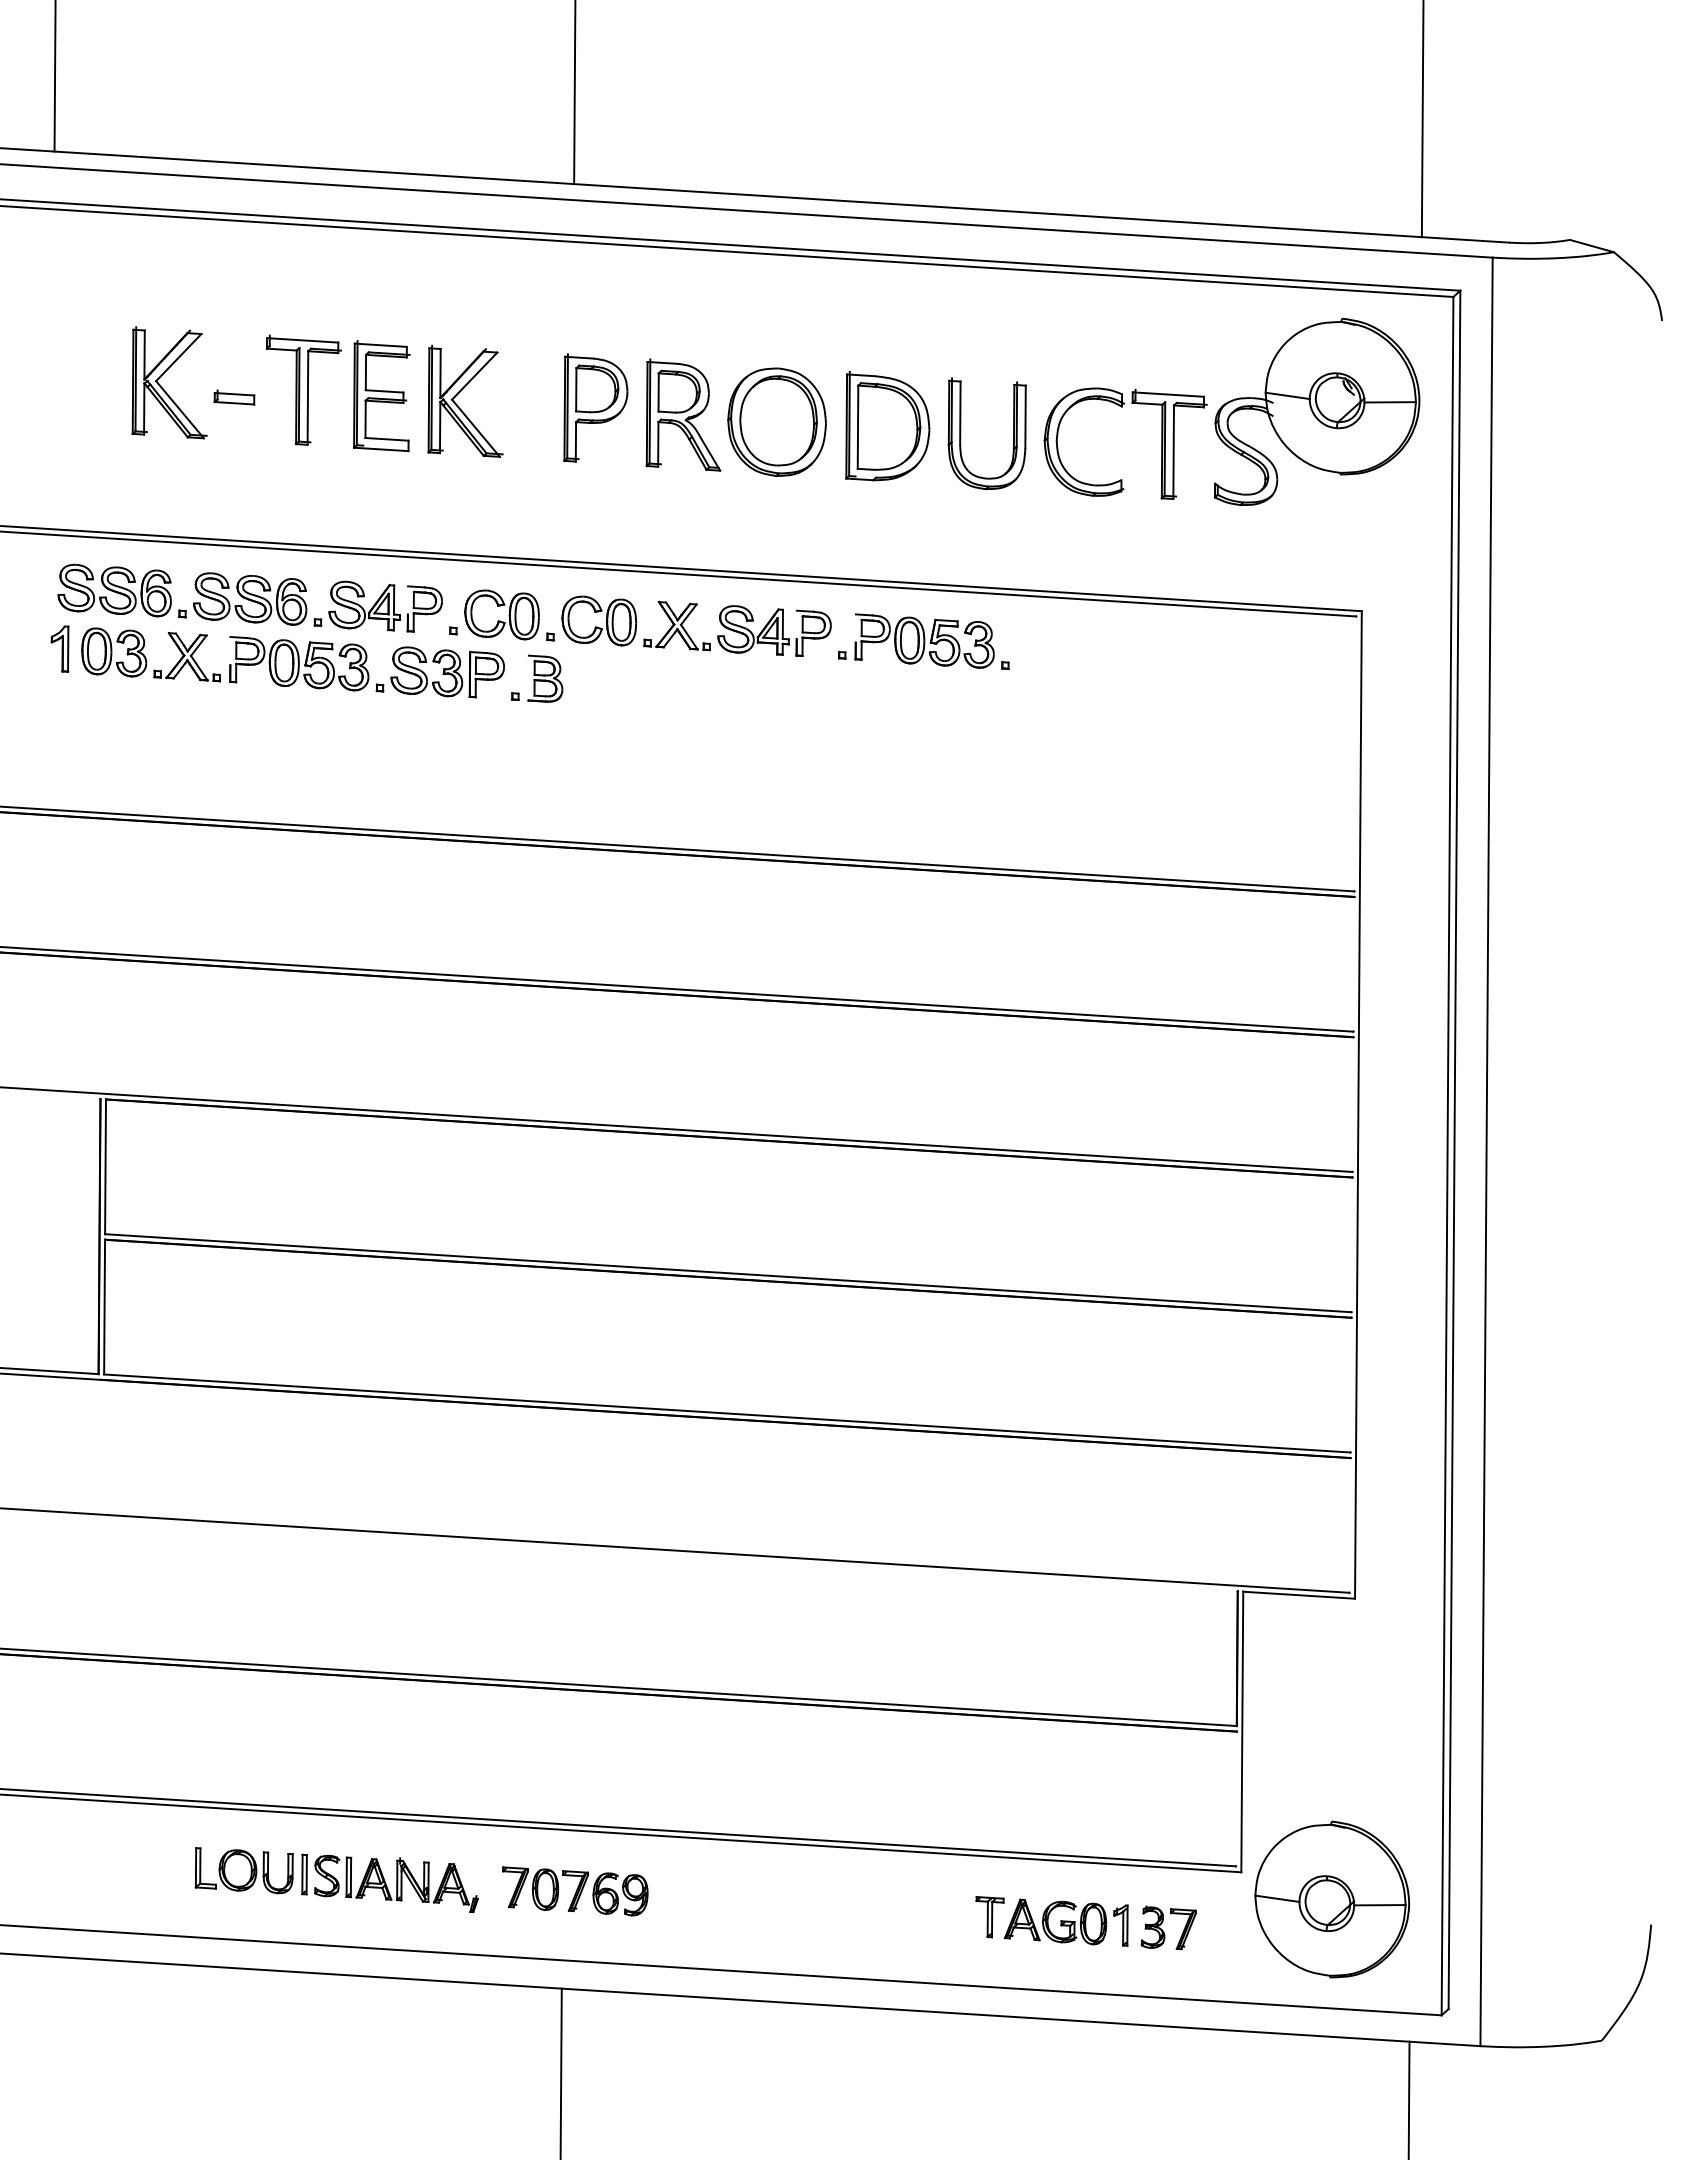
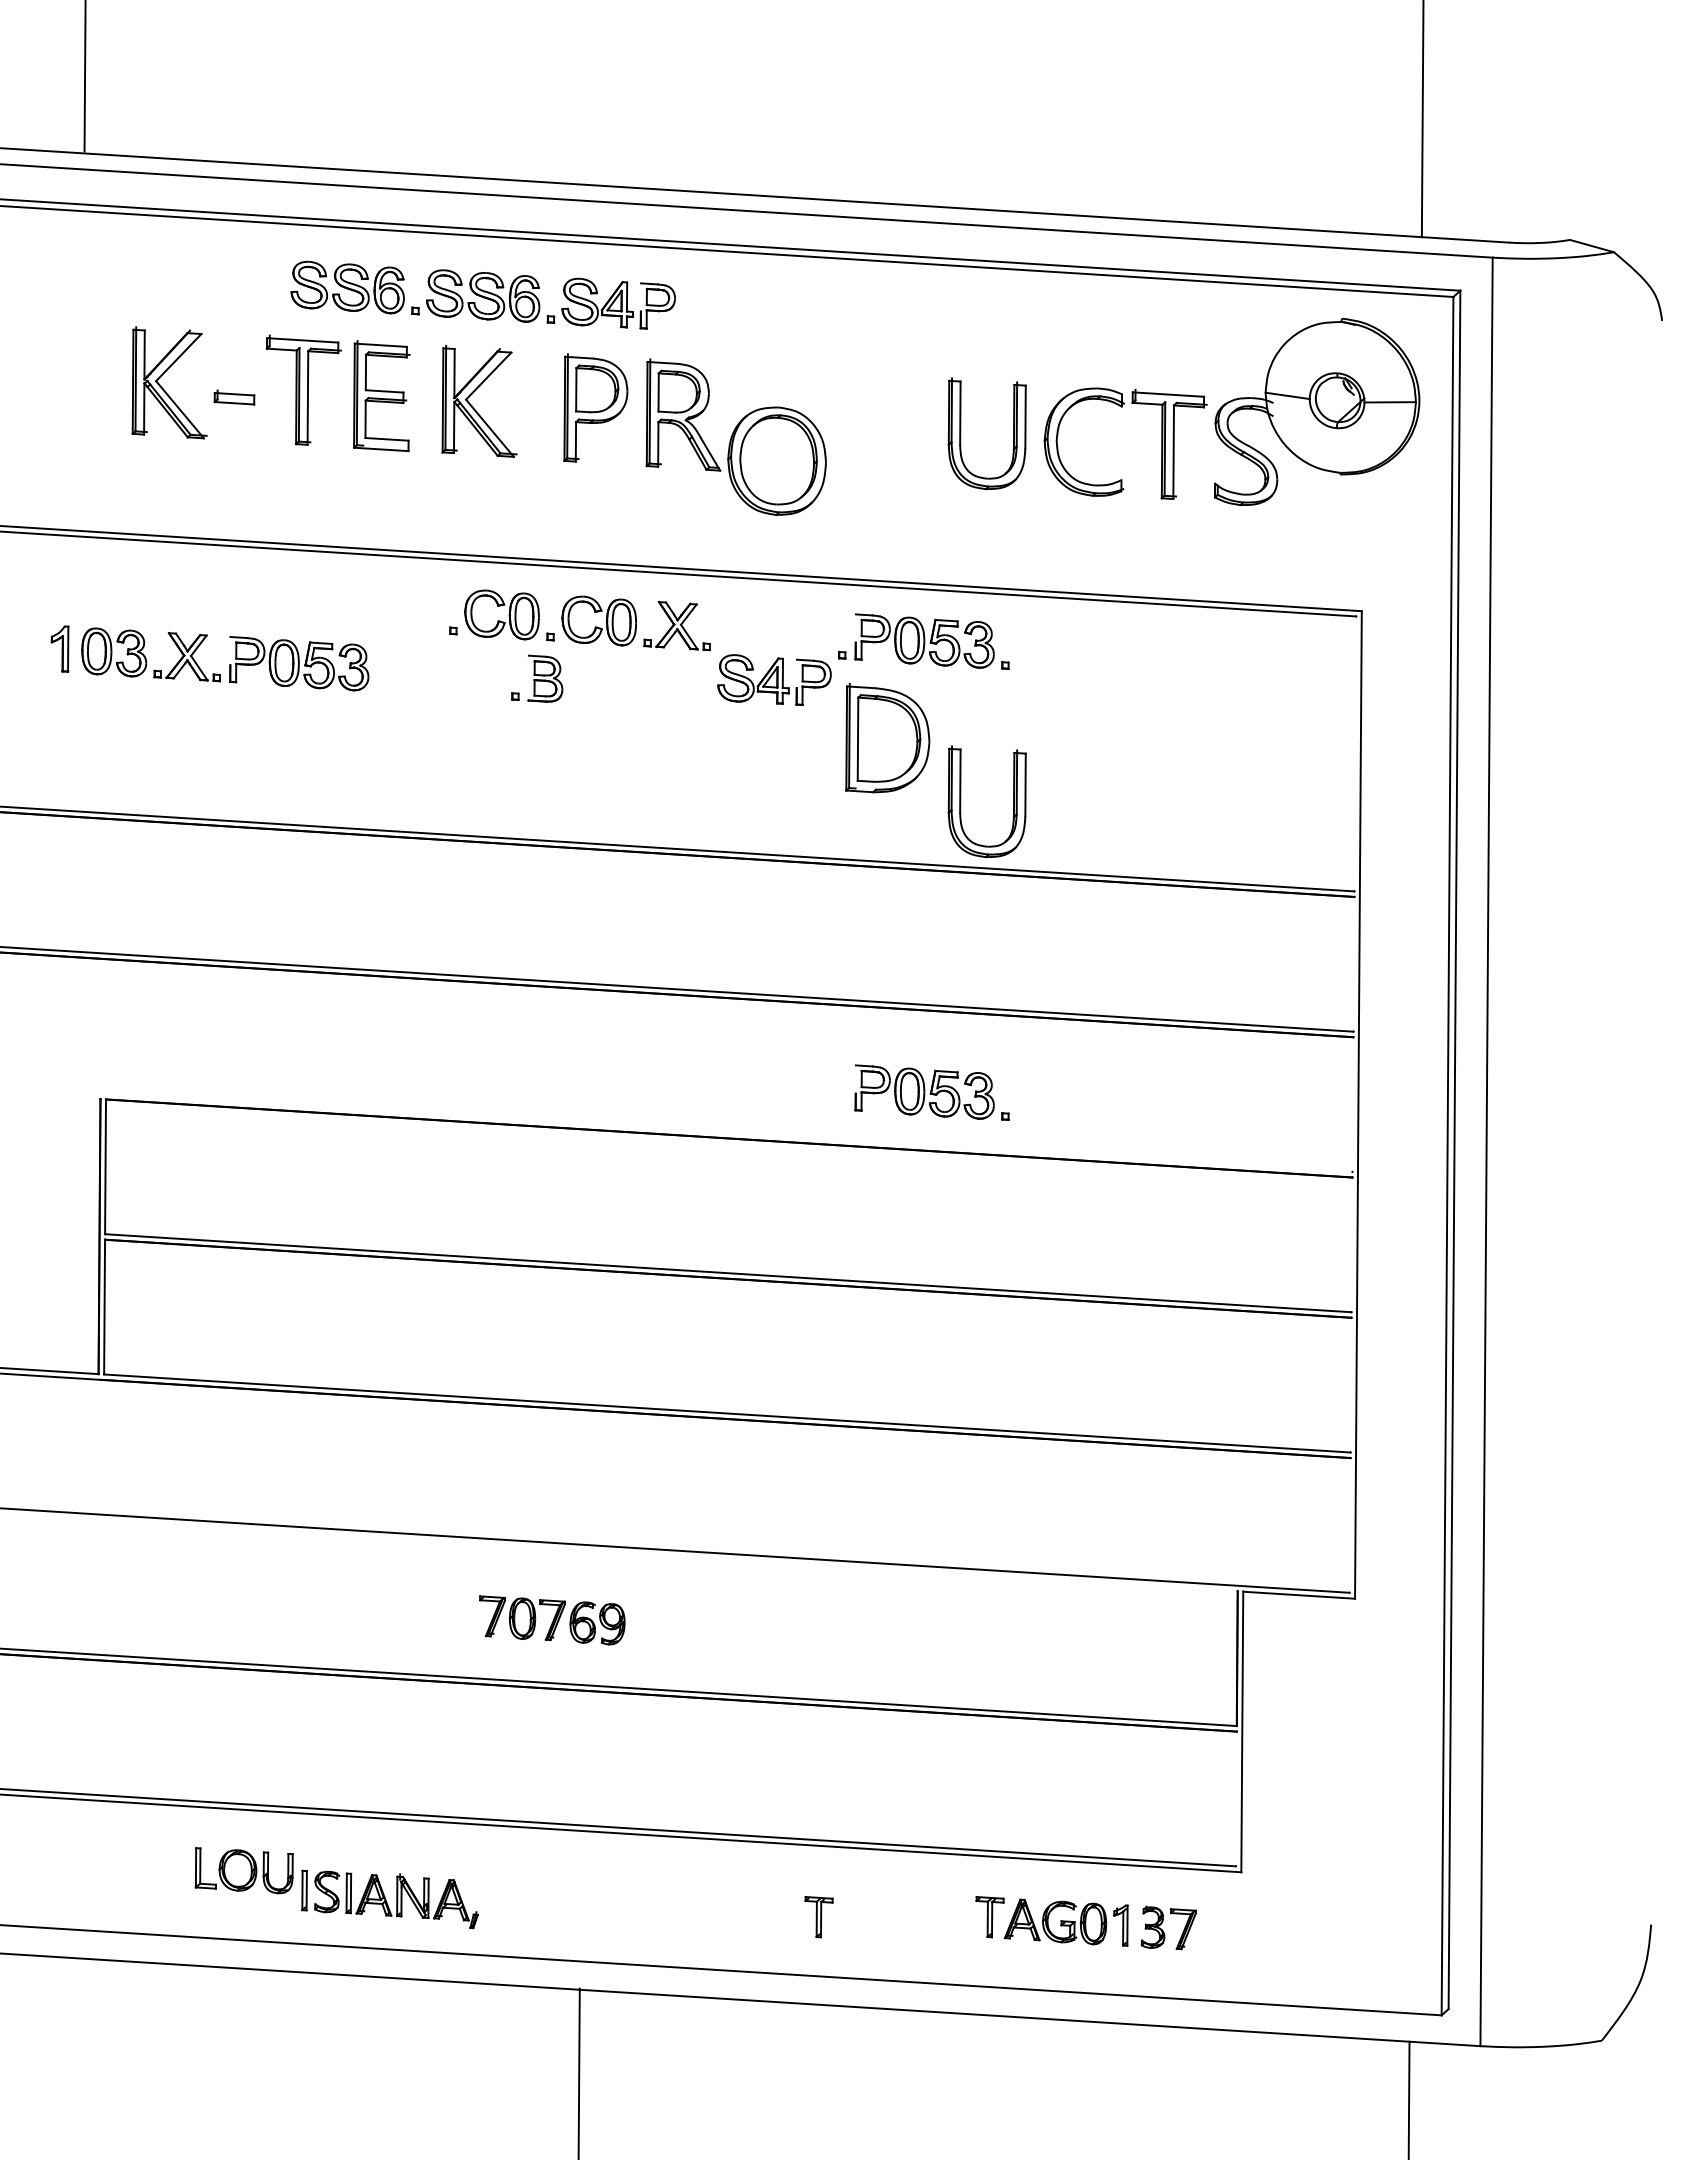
line at (54, 76) position: (54, 76) -> (84, 76)
line at (574, 93): present -> none
part at (458, 405) position: (458, 405) -> (472, 405)
part at (776, 421) position: (776, 421) -> (776, 460)
part at (887, 426) position: (887, 426) -> (887, 738)
part at (249, 597) position: (249, 597) -> (482, 294)
part at (774, 630) position: (774, 630) -> (774, 679)
part at (439, 672): present -> none
part at (961, 801): none -> present
part at (931, 1092): none -> present
line at (677, 1129): present -> none
part at (389, 1883) position: (389, 1883) -> (389, 1899)
part at (575, 1891) position: (575, 1891) -> (552, 1620)
part at (1331, 1899): present -> none
part at (818, 1917): none -> present
line at (560, 2072) position: (560, 2072) -> (578, 2072)
